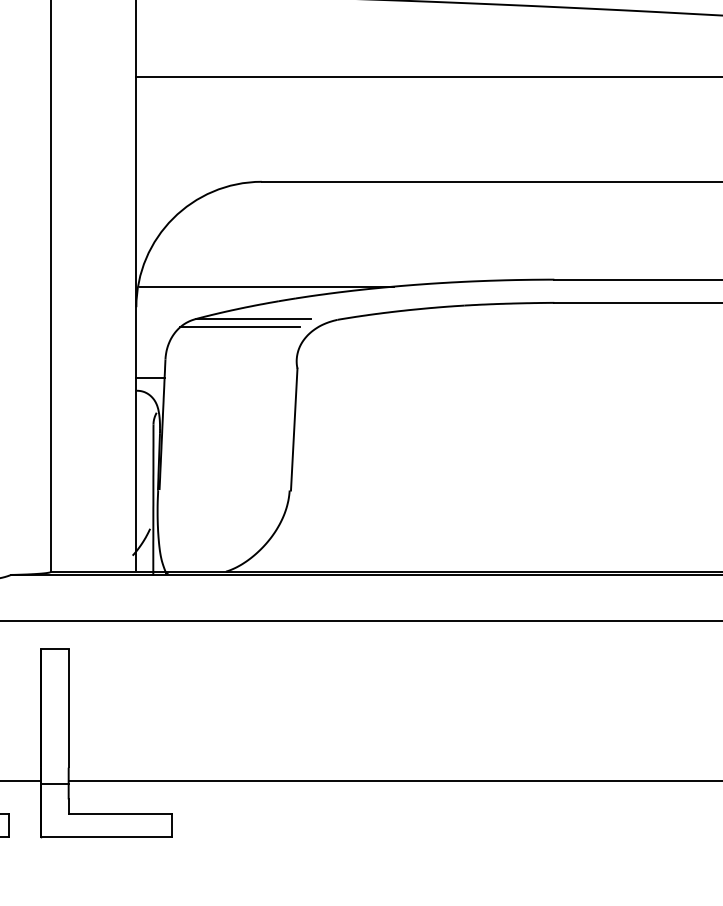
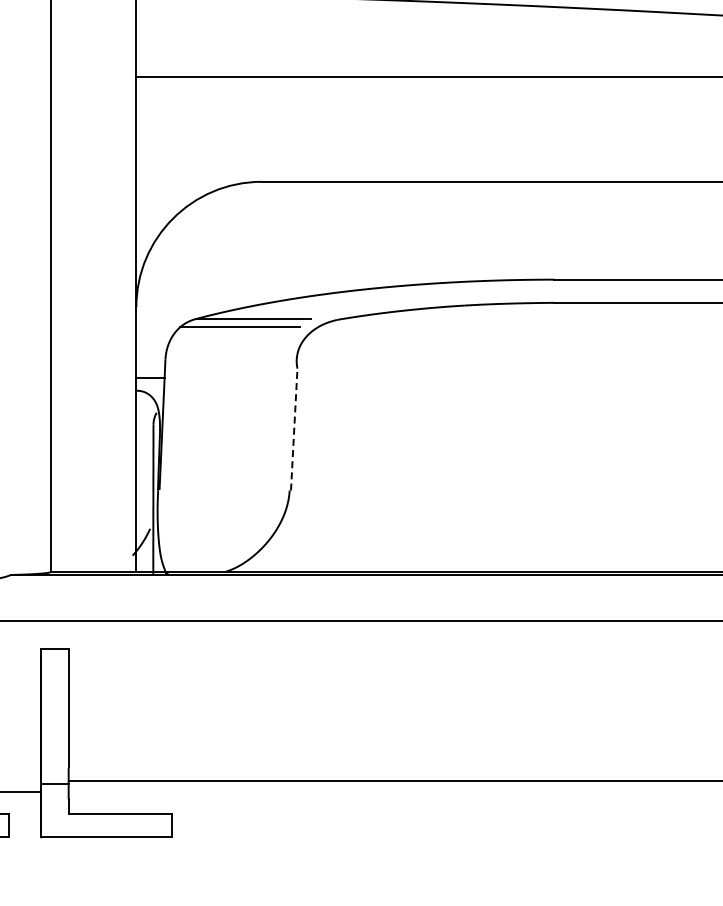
line at (266, 286): present -> none
line at (294, 429): solid -> dashed
line at (21, 780) position: (21, 780) -> (21, 791)
